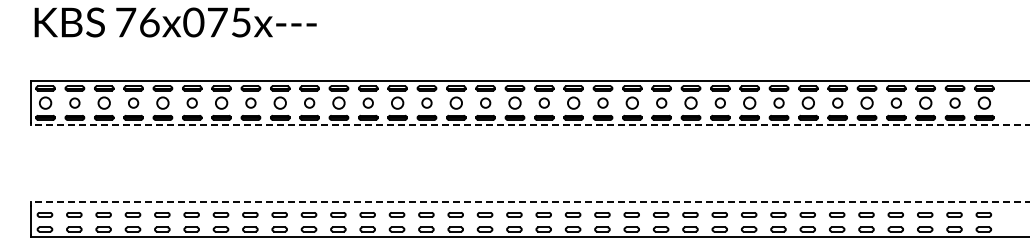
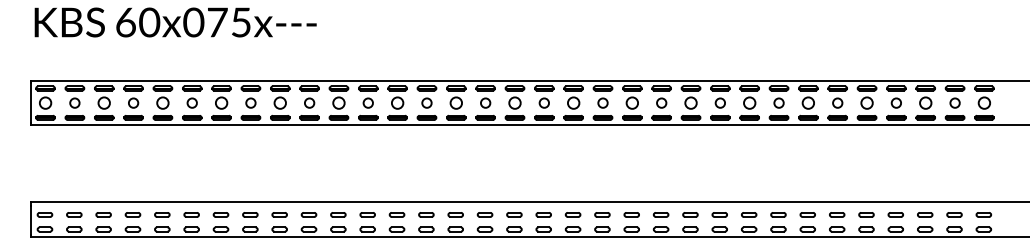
text at (138, 22): 76x075x--- -> 60x075x---
line at (529, 125): dashed -> solid
line at (529, 202): dashed -> solid
